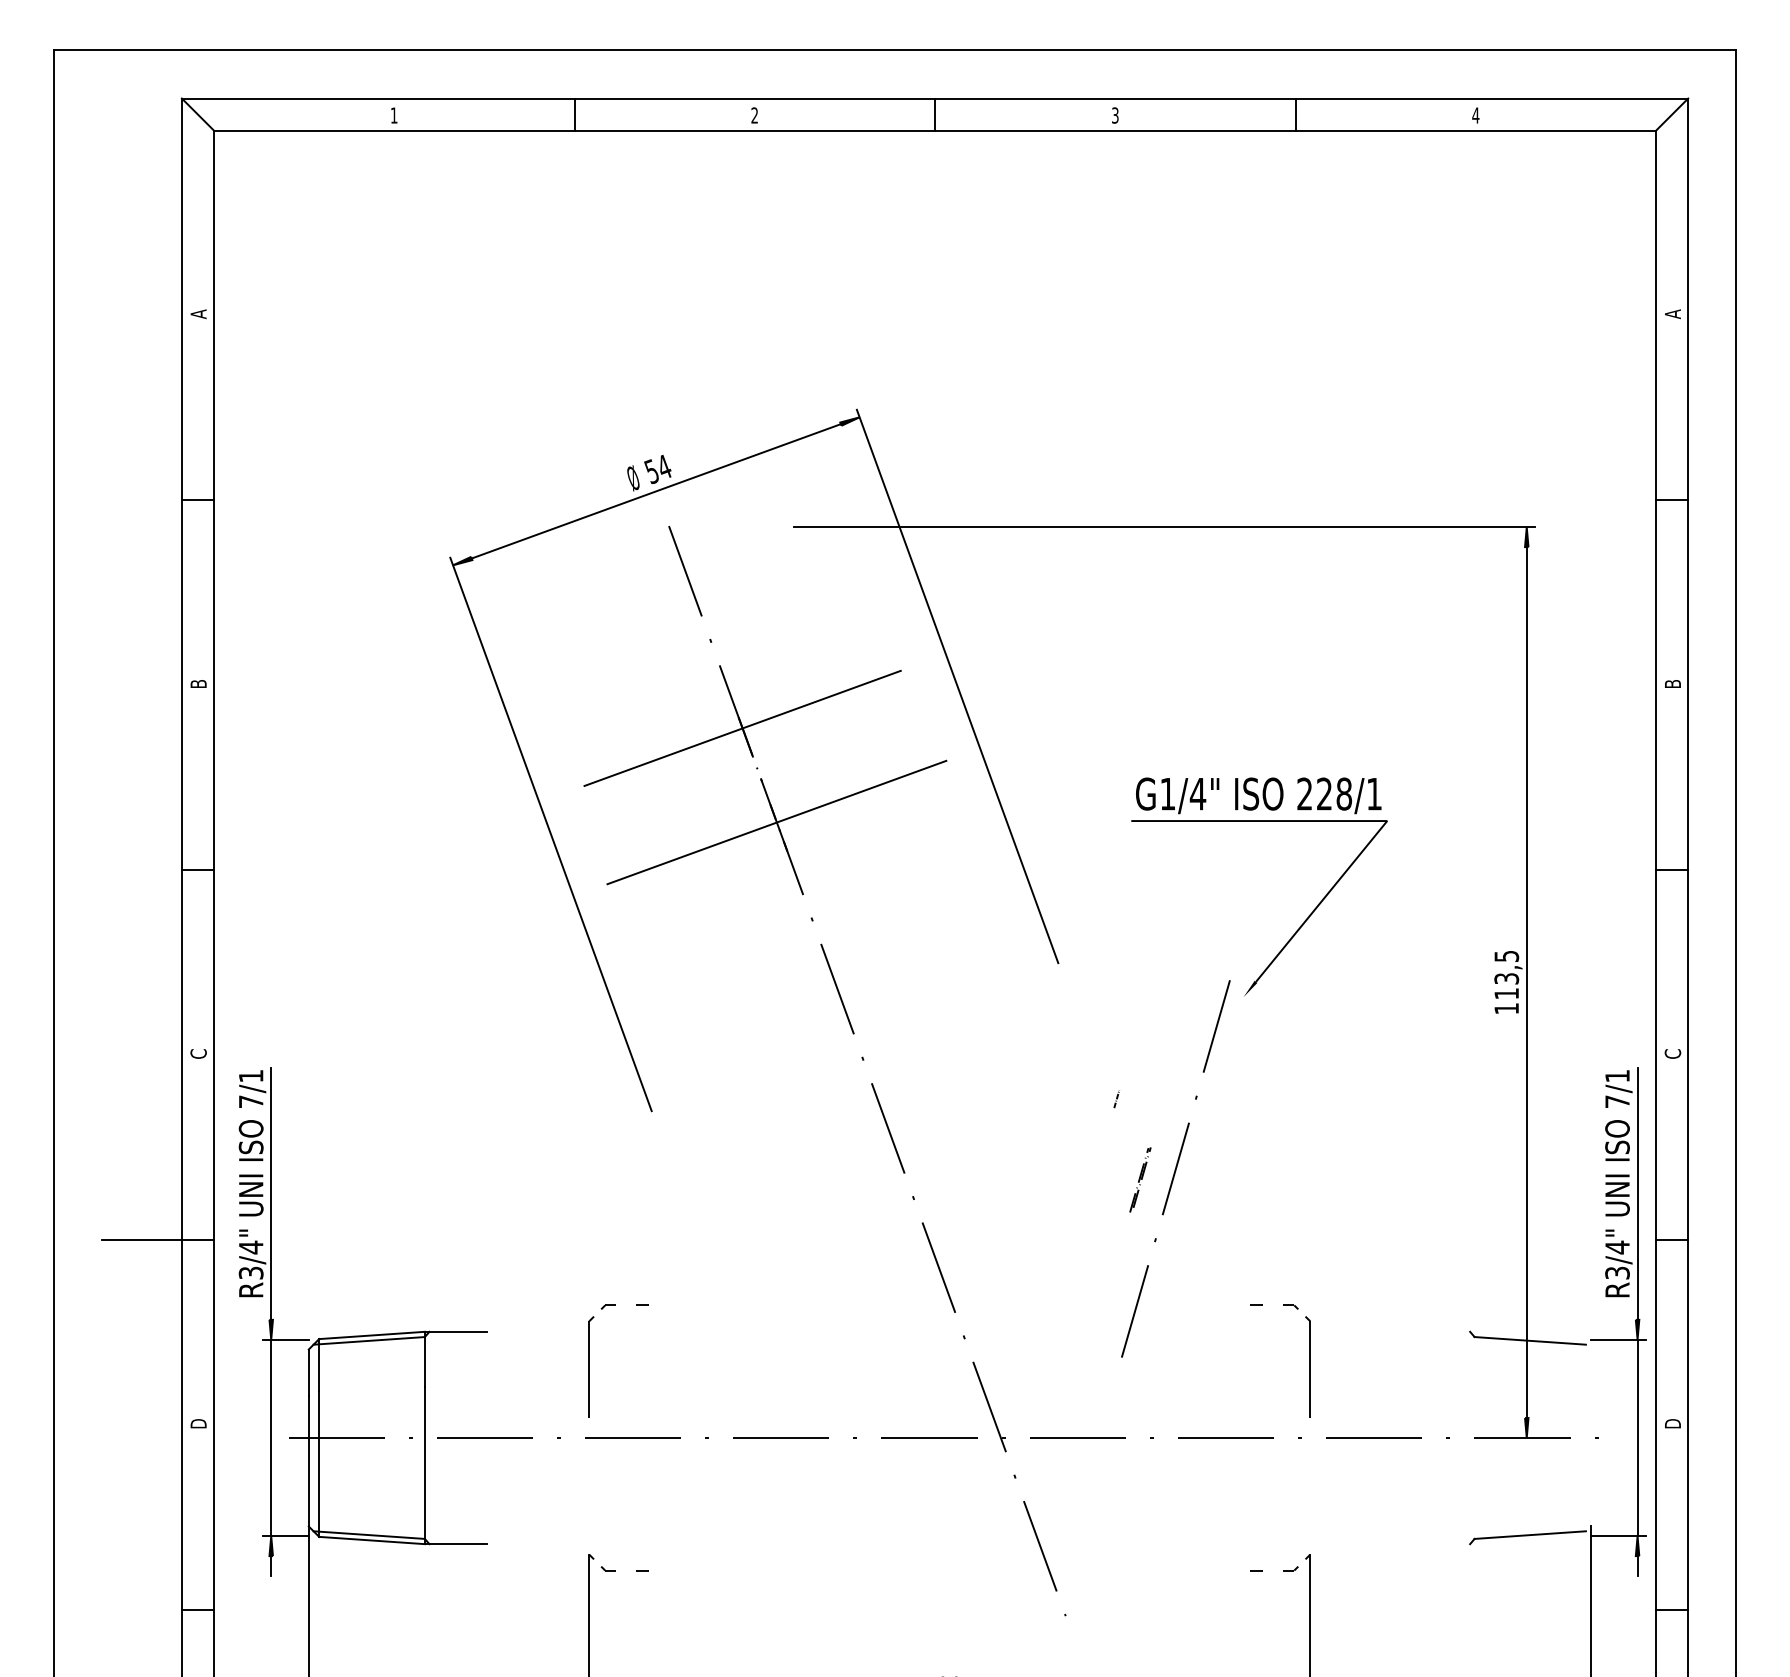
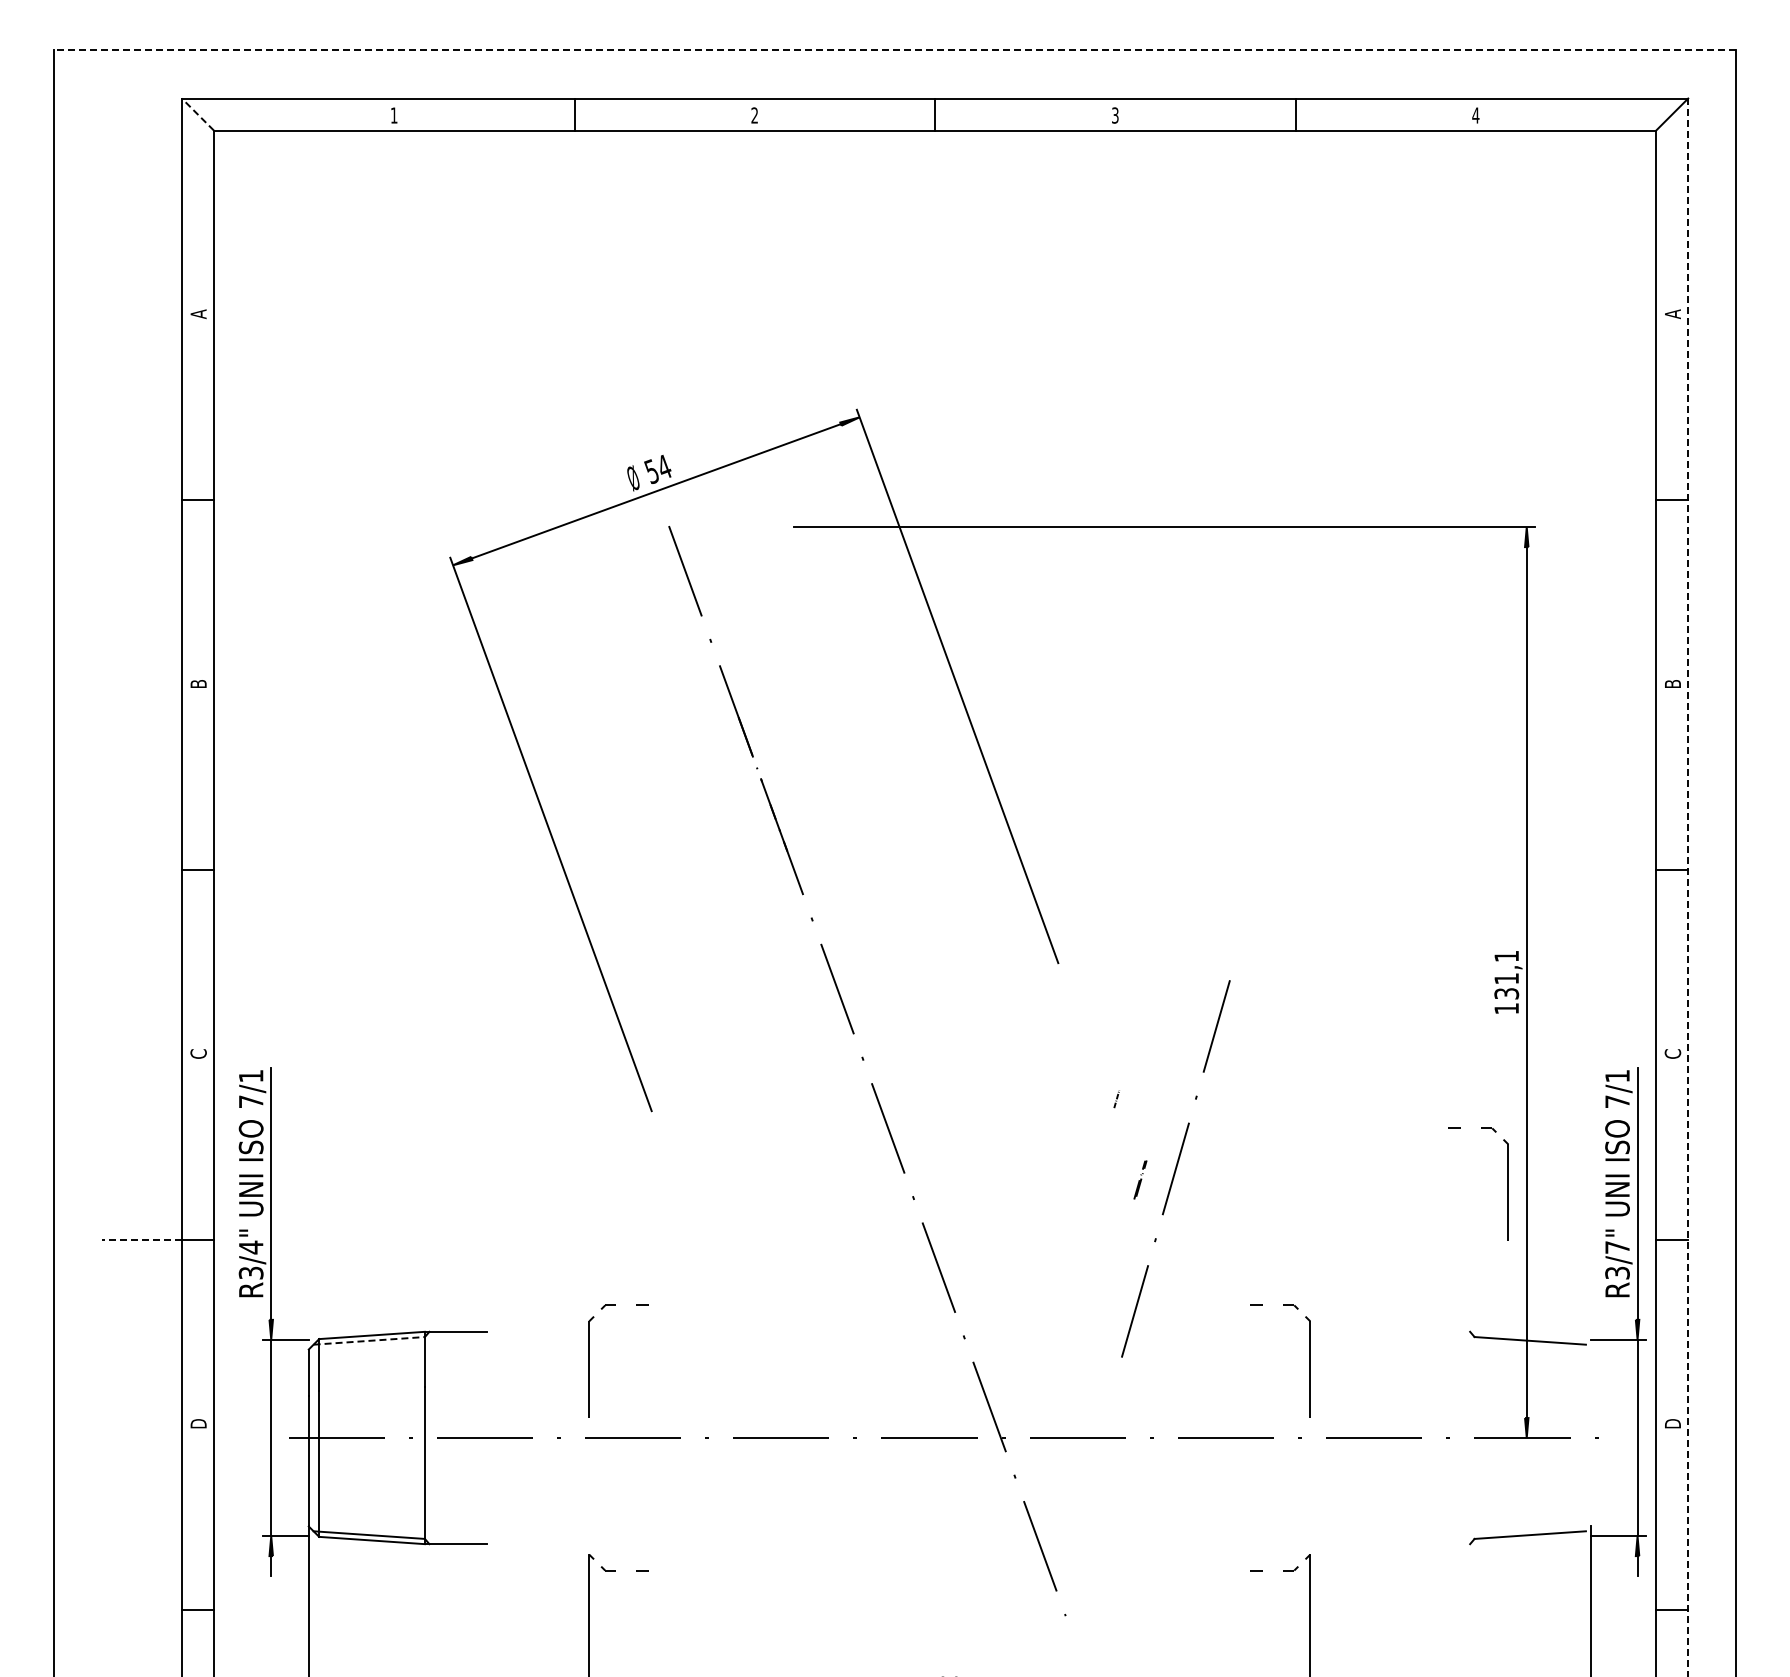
line at (894, 50): solid -> dashed
line at (197, 114): solid -> dashed
line at (742, 727): present -> none
line at (776, 822): present -> none
line at (1688, 887): solid -> dashed
part at (1304, 920): present -> none
text at (1506, 975): 113,5 -> 131,1
part at (1140, 1179) size: 23x66 px -> 15x40 px
part at (1507, 1183): none -> present
line at (141, 1240): solid -> dashed
text at (1617, 1247): R3/4" -> R3/7"
line at (369, 1340): solid -> dashed
